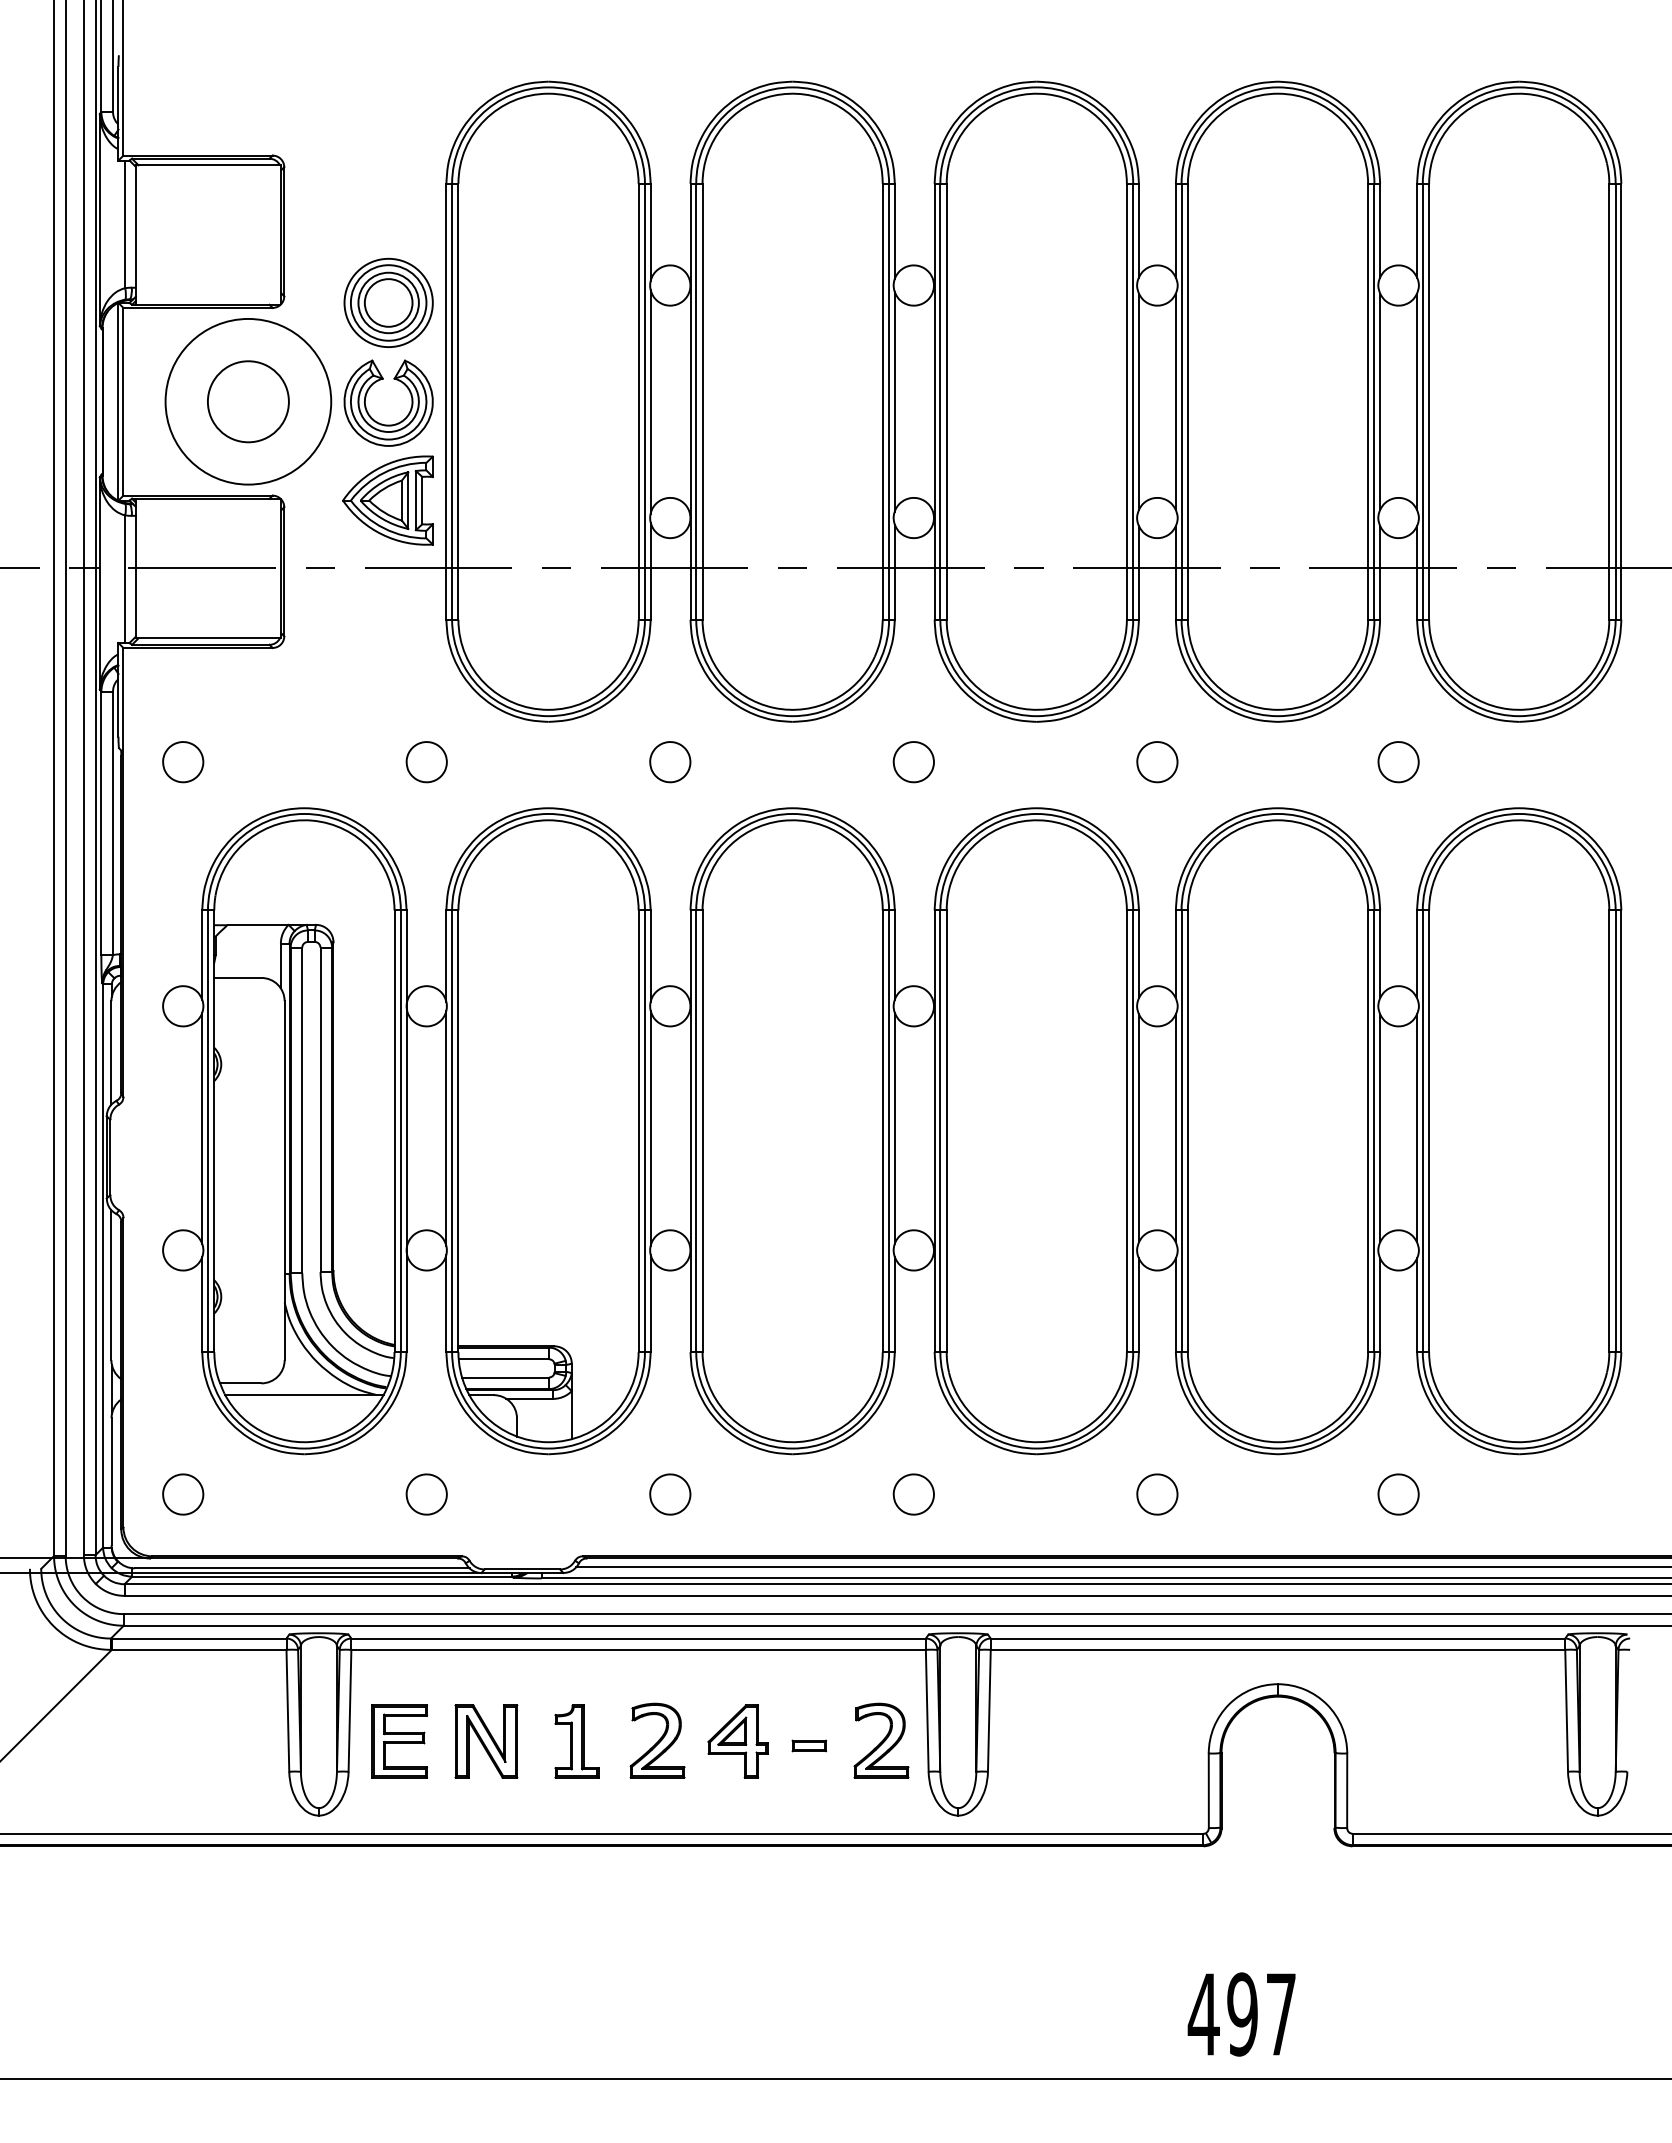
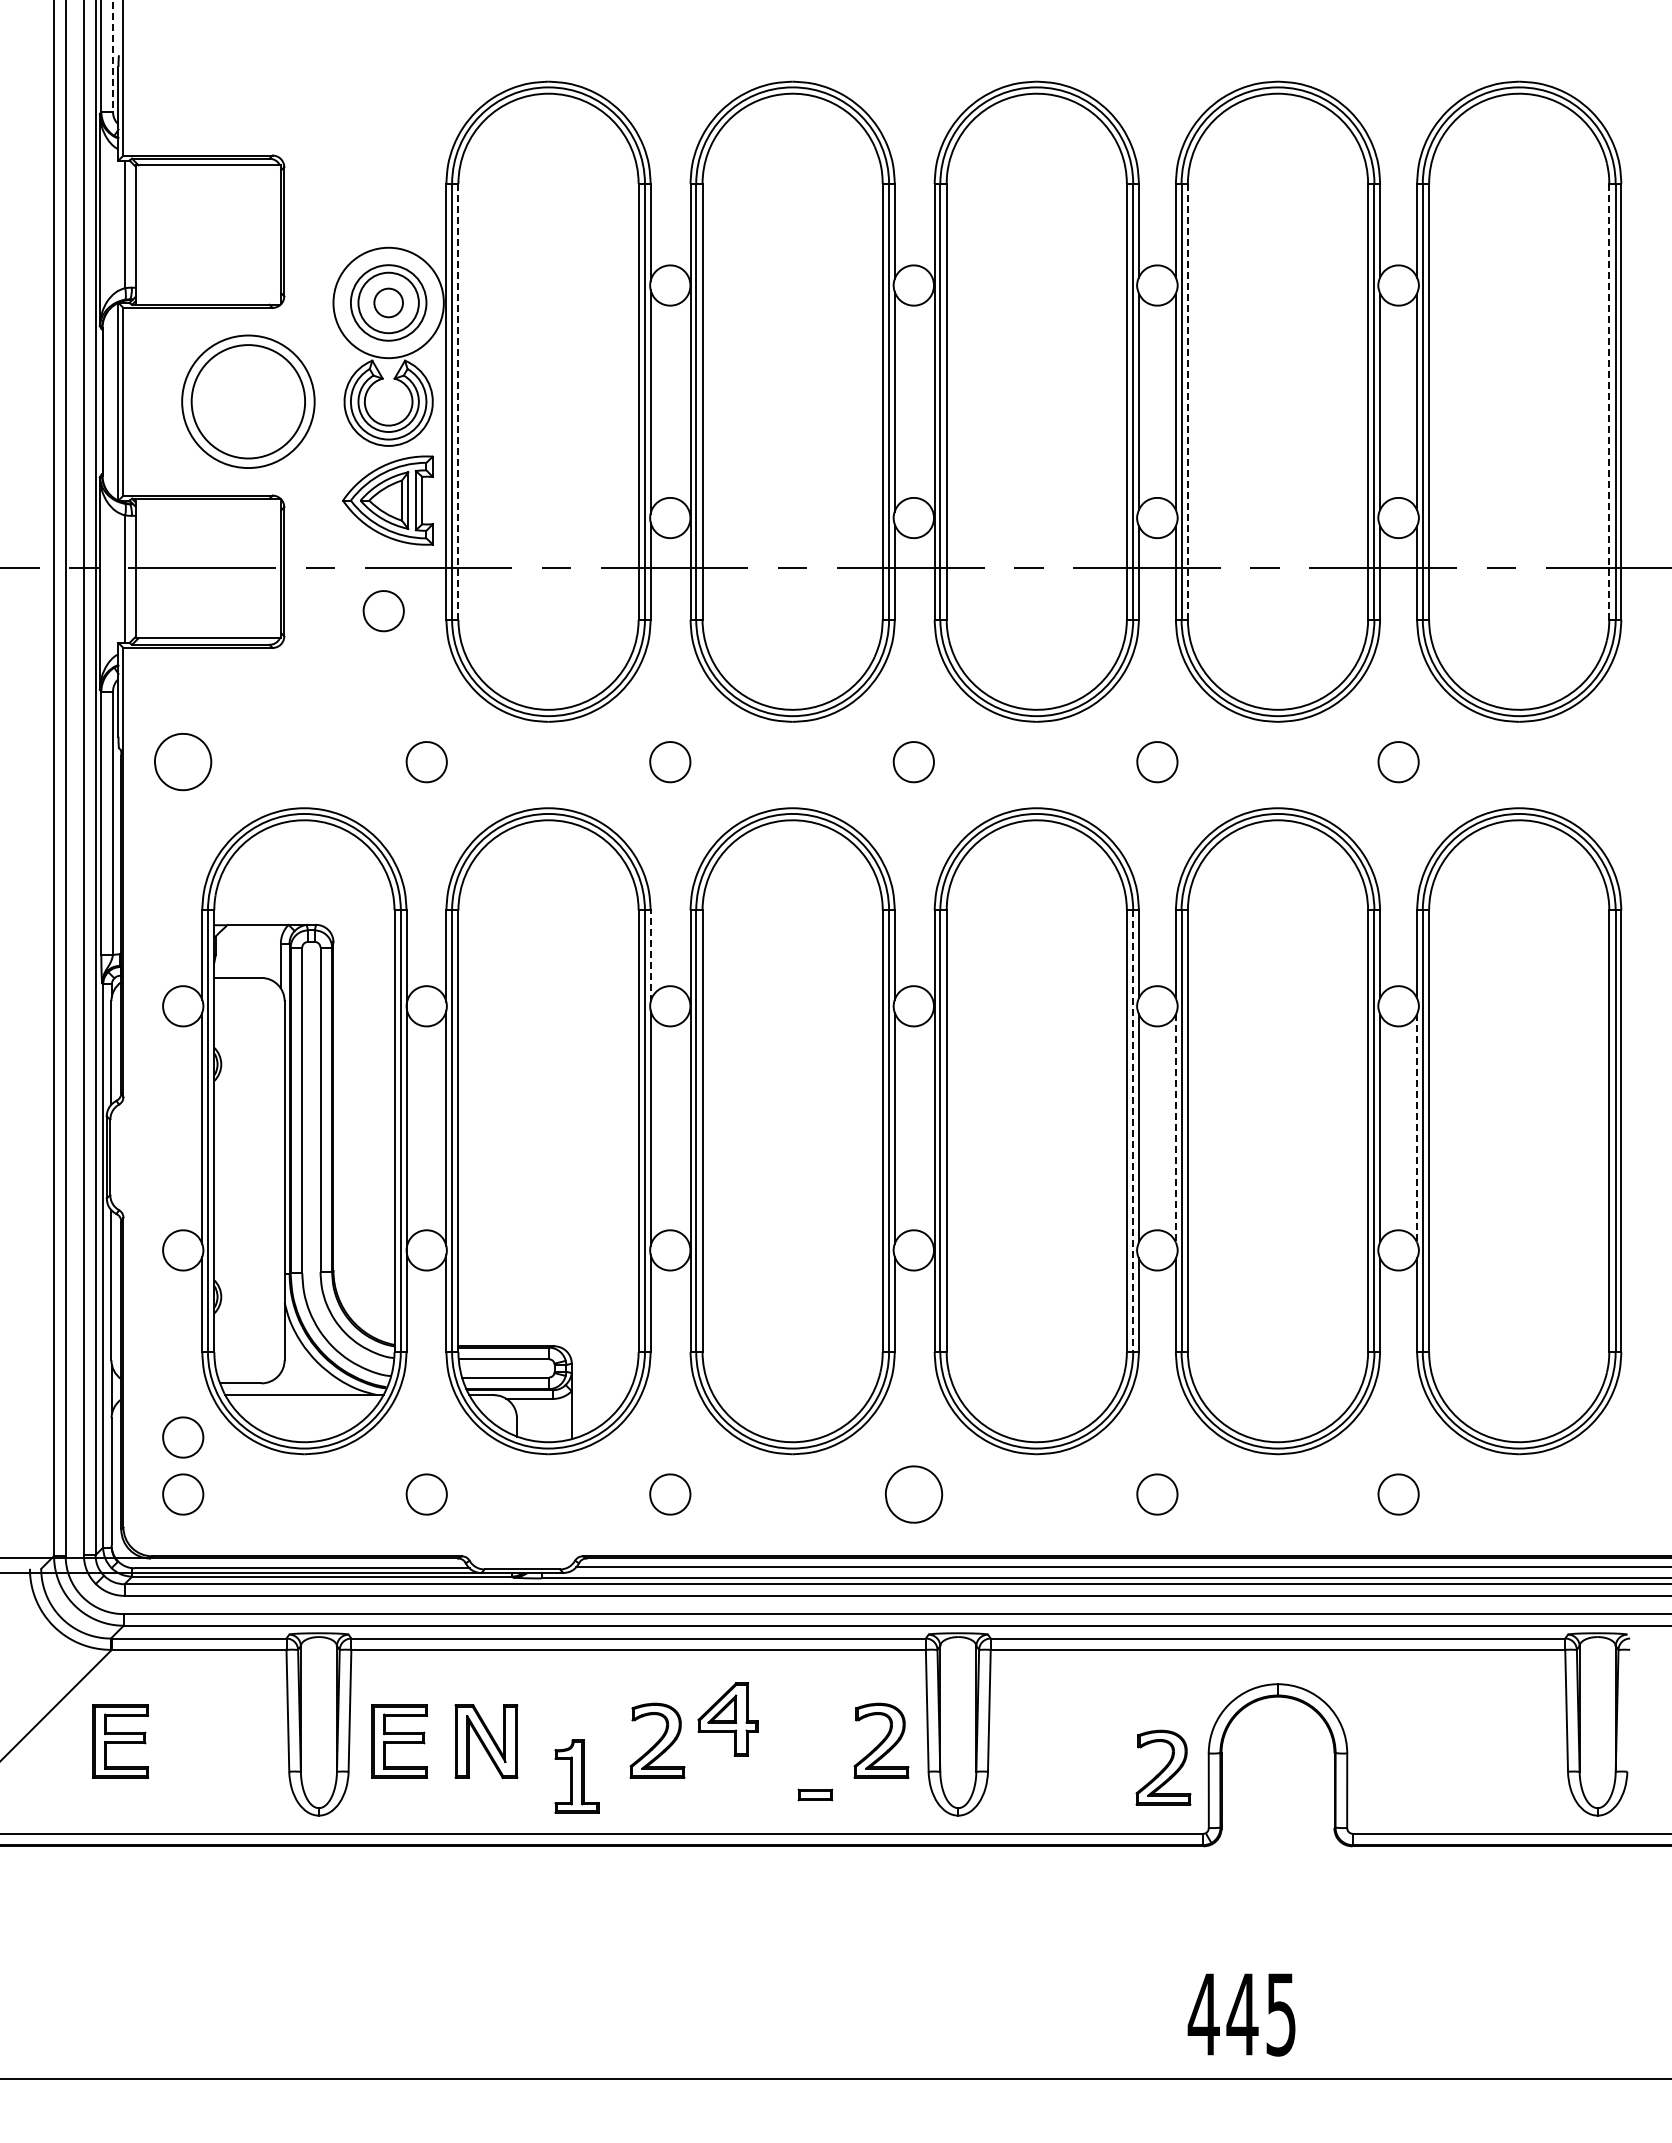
line at (112, 55): solid -> dashed
circle at (388, 302) diameter: 48 px -> 29 px
circle at (388, 302) diameter: 88 px -> 110 px
circle at (247, 401) diameter: 81 px -> 113 px
circle at (248, 401) diameter: 166 px -> 133 px
line at (458, 401): solid -> dashed
line at (1187, 401): solid -> dashed
line at (1609, 401): solid -> dashed
part at (383, 611): none -> present
part at (183, 762) size: 43x43 px -> 59x59 px
line at (650, 956): solid -> dashed
line at (1175, 1128): solid -> dashed
line at (1417, 1128): solid -> dashed
line at (1133, 1131): solid -> dashed
part at (183, 1437): none -> present
part at (913, 1494) size: 43x43 px -> 60x59 px
part at (120, 1741): none -> present
part at (576, 1741) position: (576, 1741) -> (576, 1776)
part at (737, 1741) position: (737, 1741) -> (727, 1719)
part at (809, 1745) position: (809, 1745) -> (815, 1794)
part at (1163, 1767): none -> present
text at (1260, 2014): 497 -> 445
